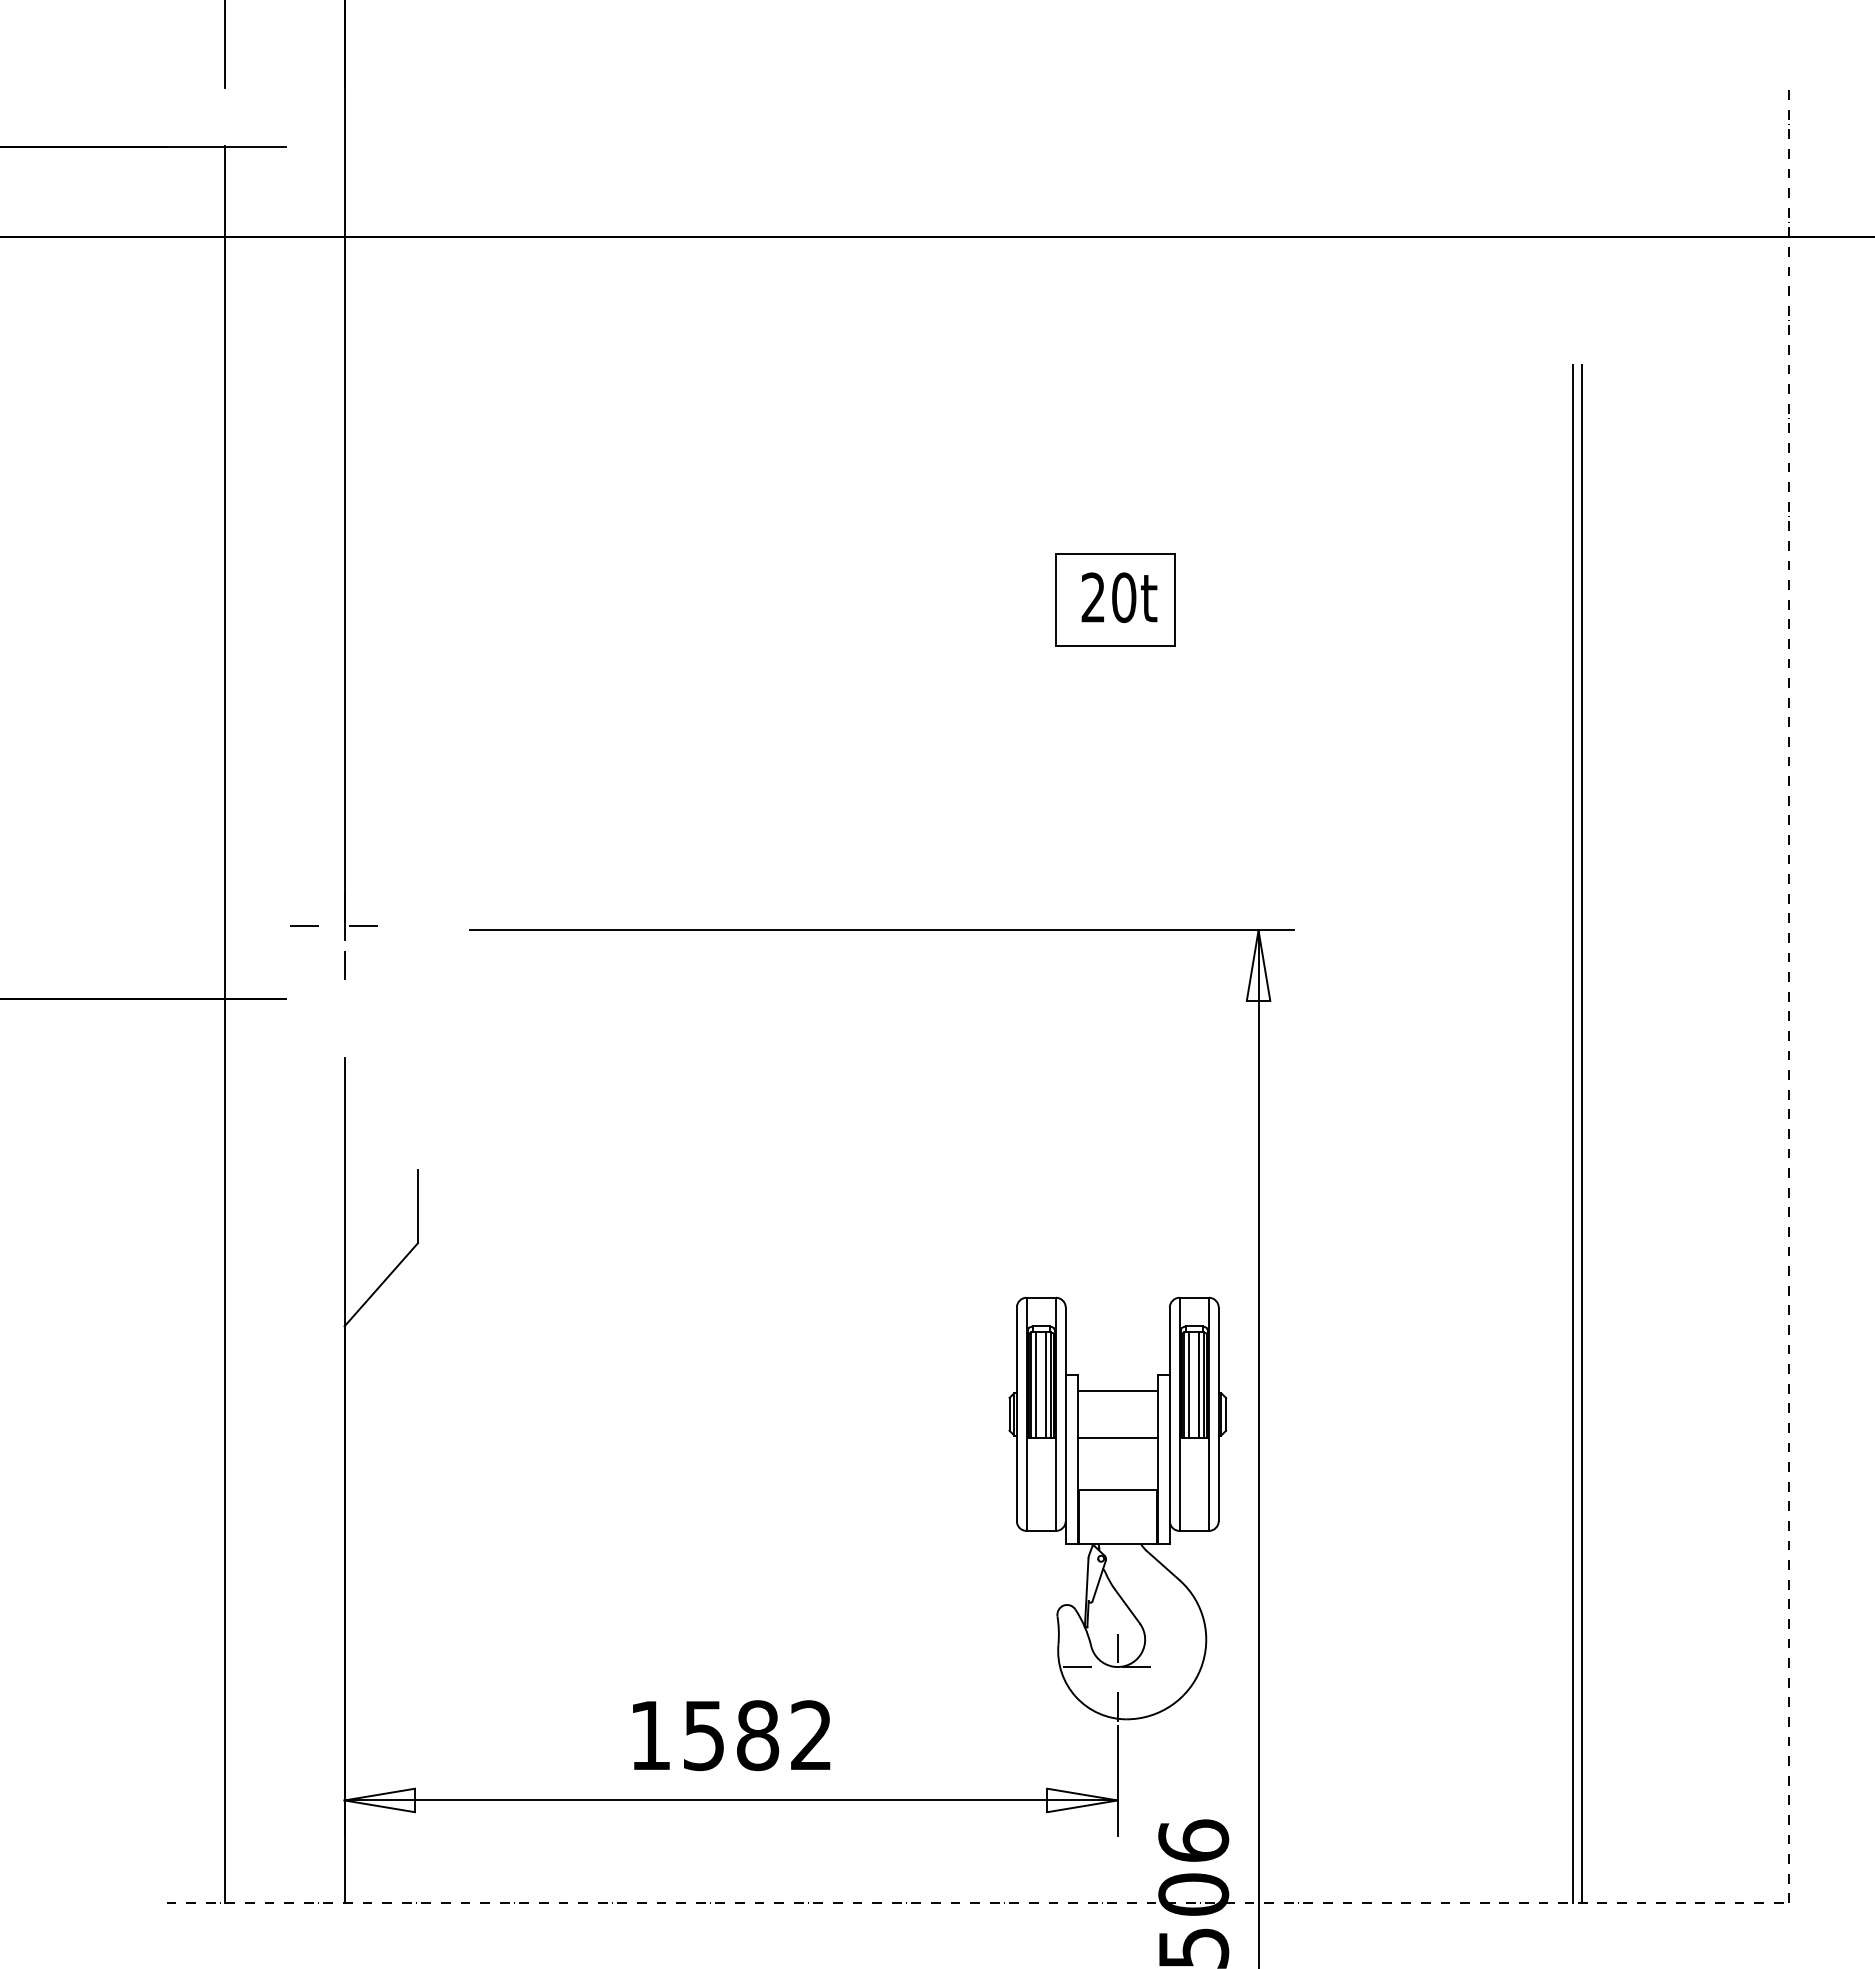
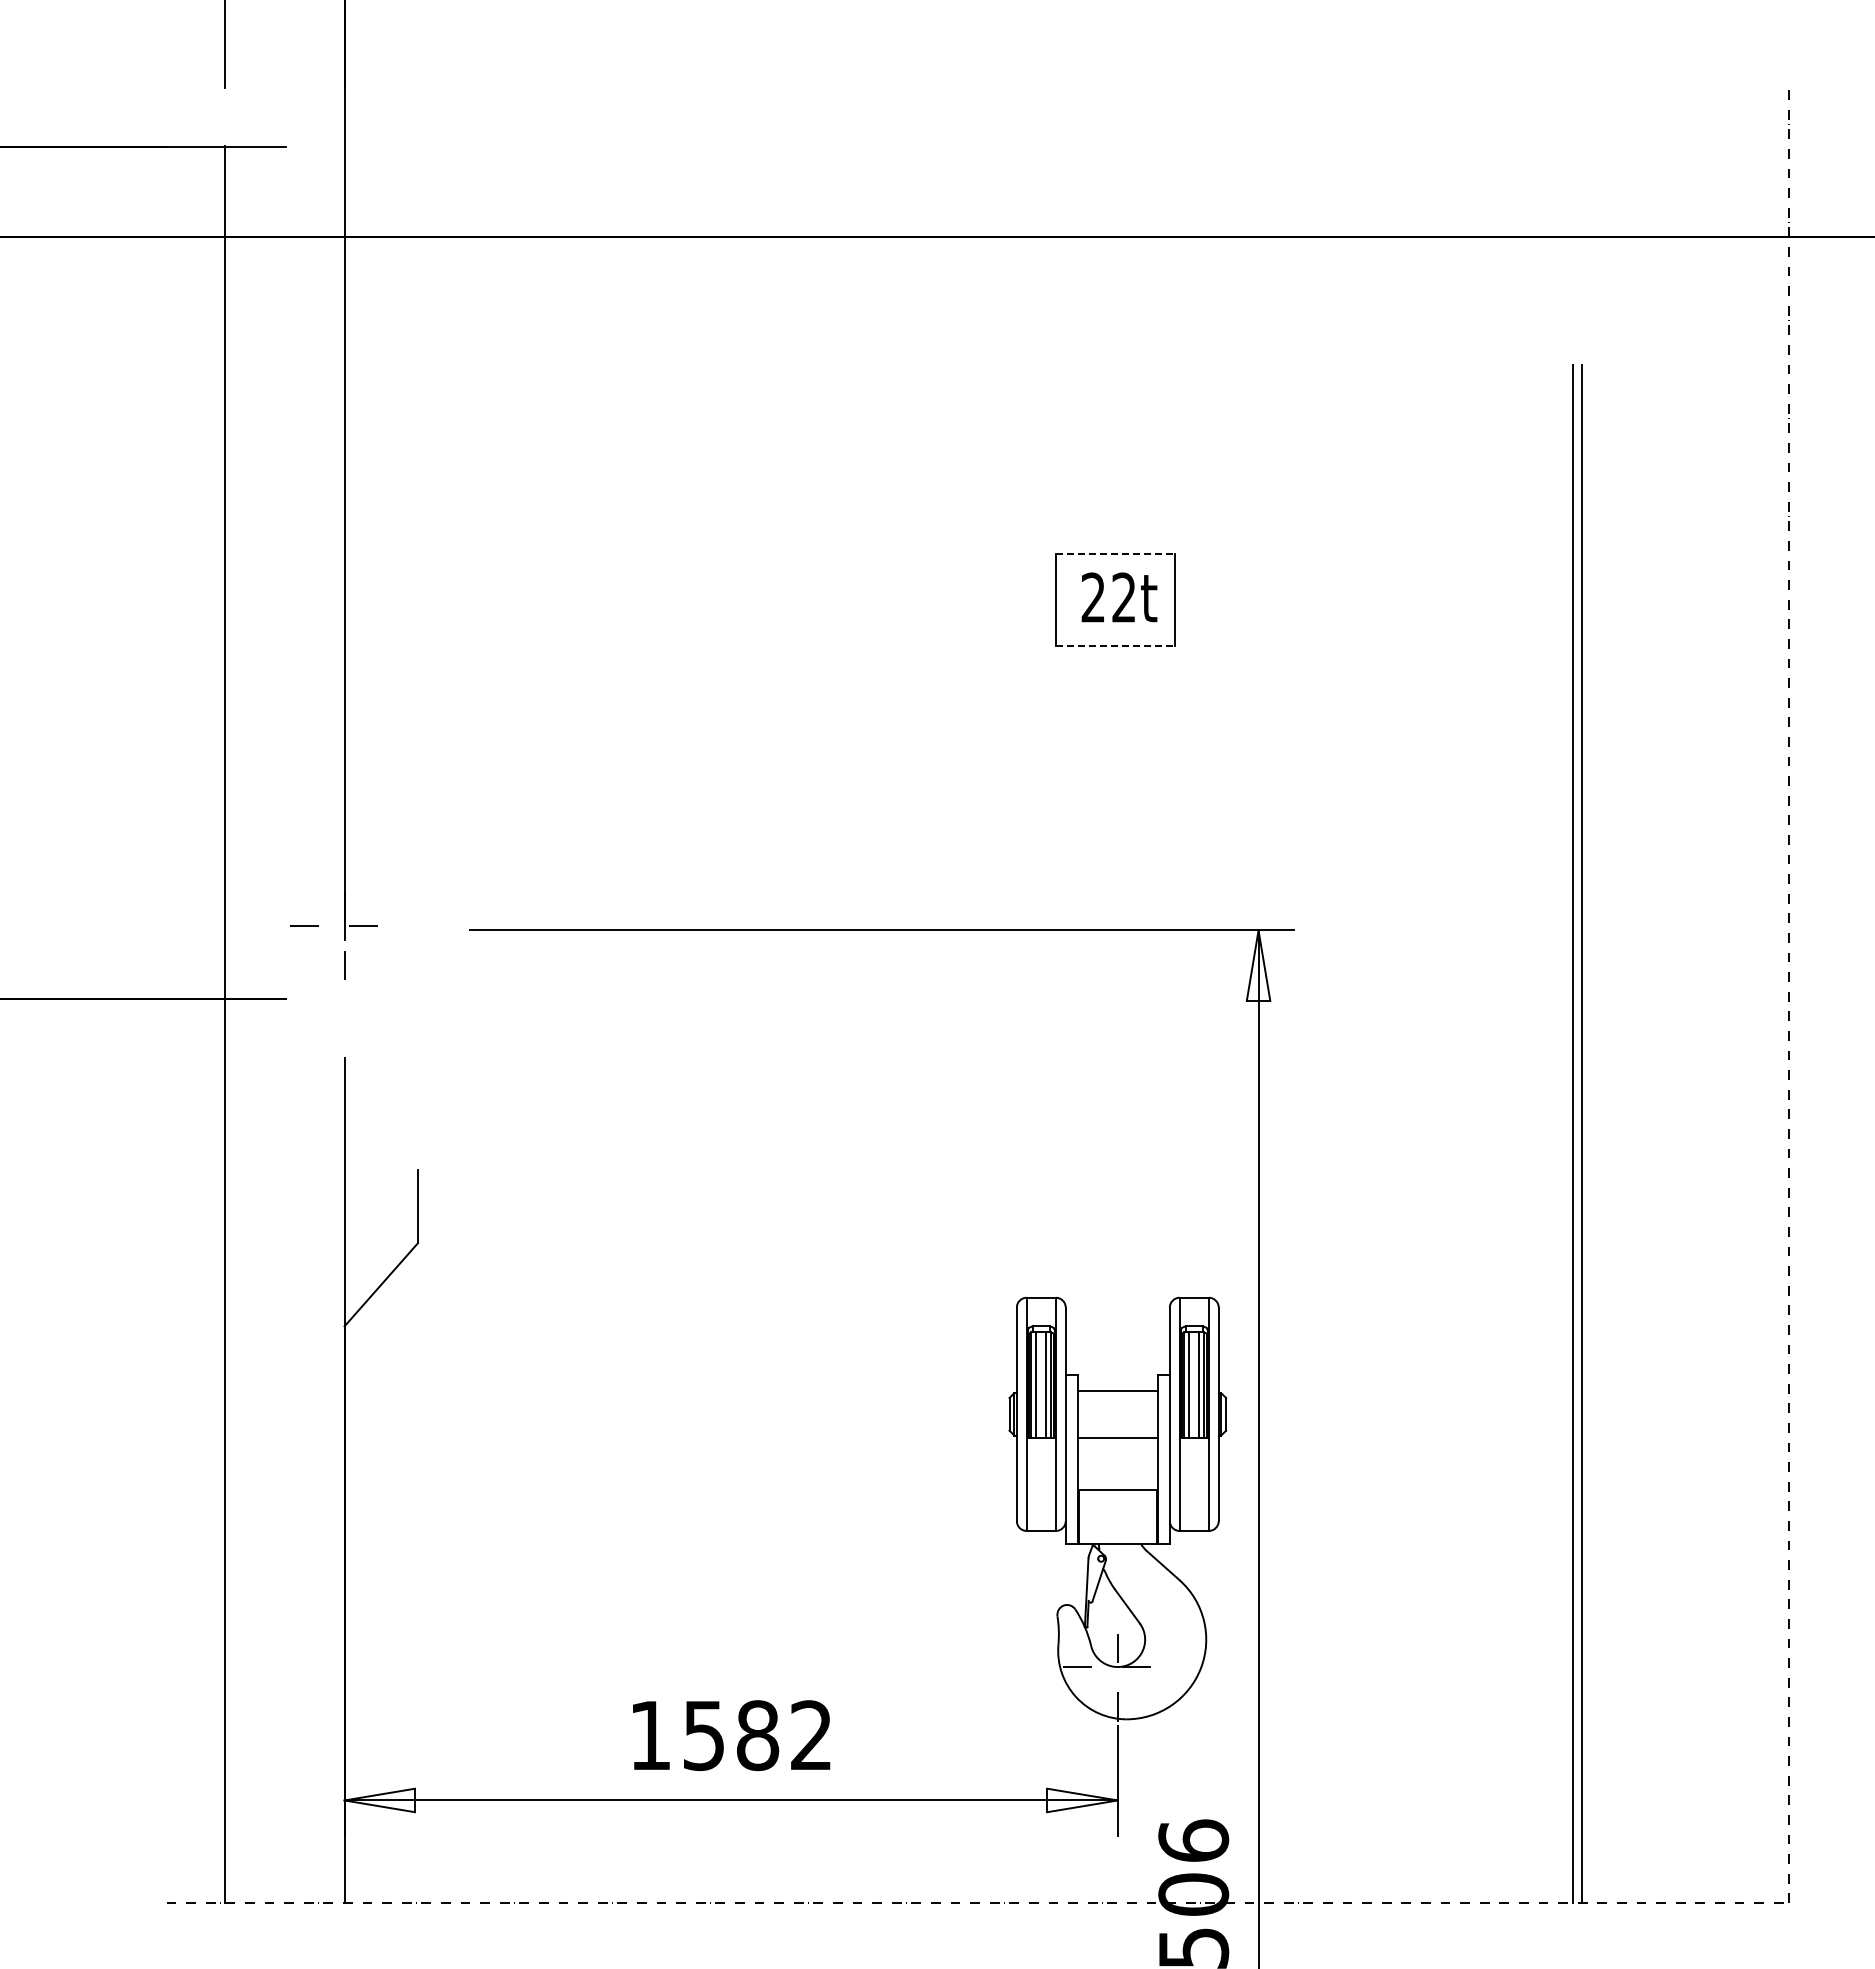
line at (1115, 554): solid -> dashed
text at (1124, 597): 20t -> 22t
line at (1115, 645): solid -> dashed
